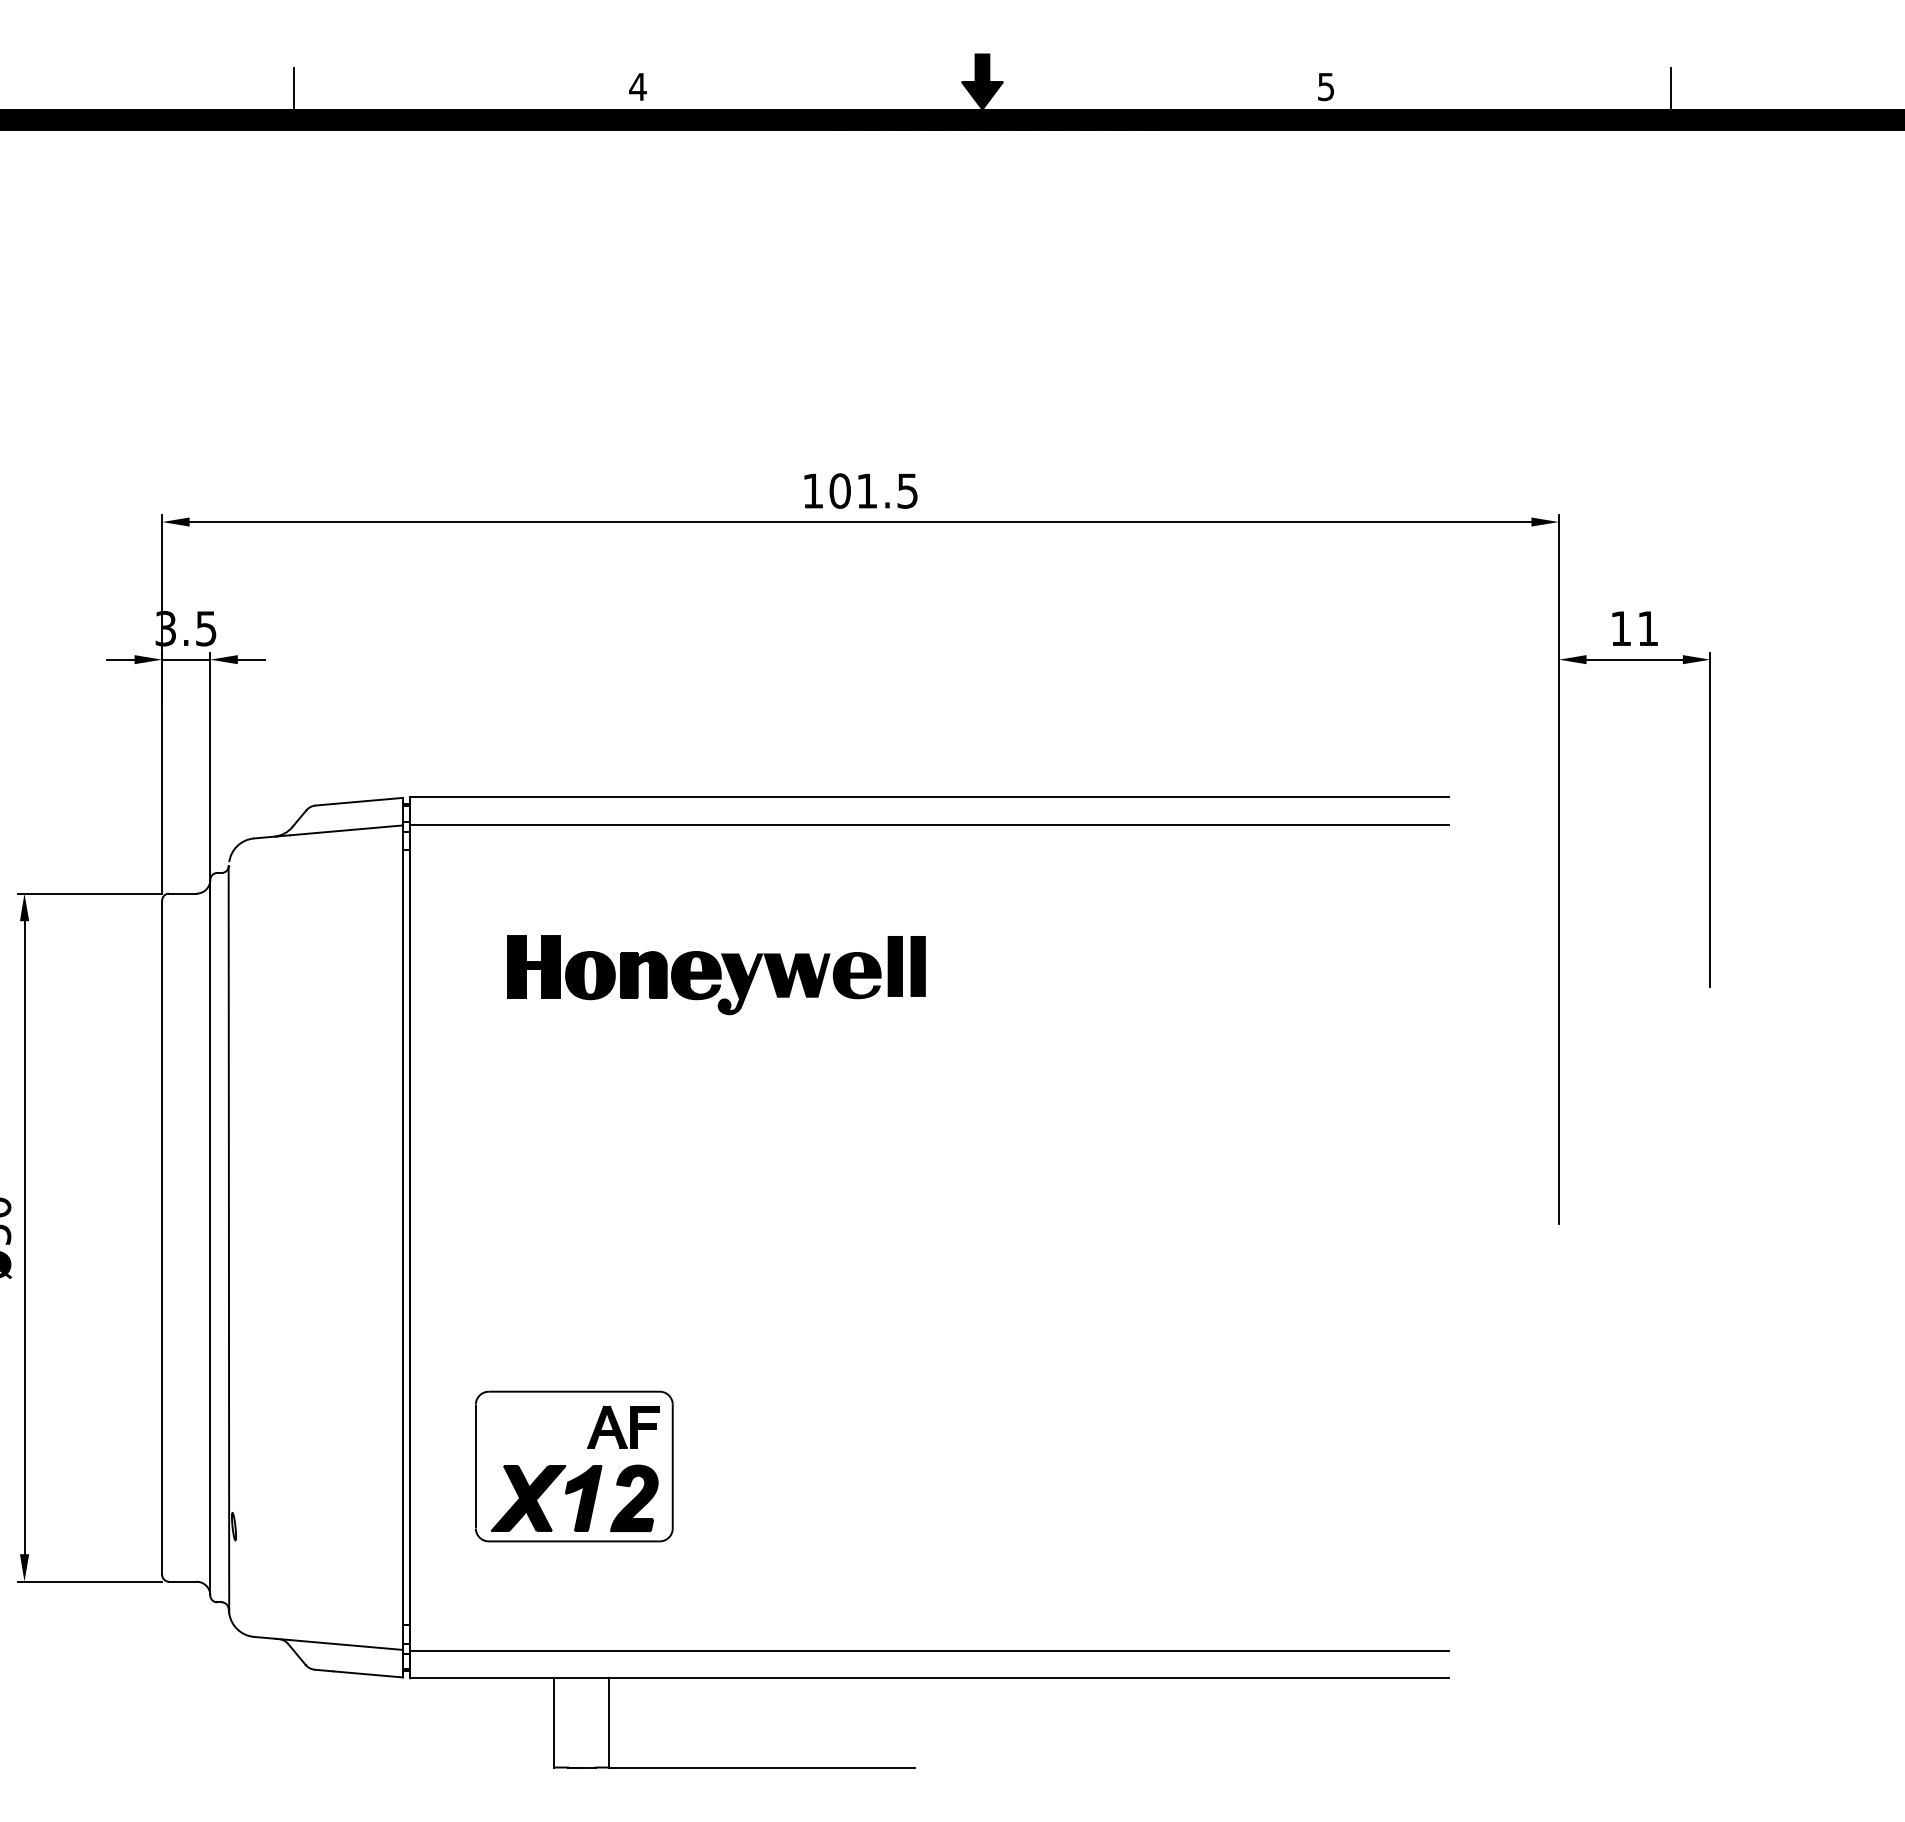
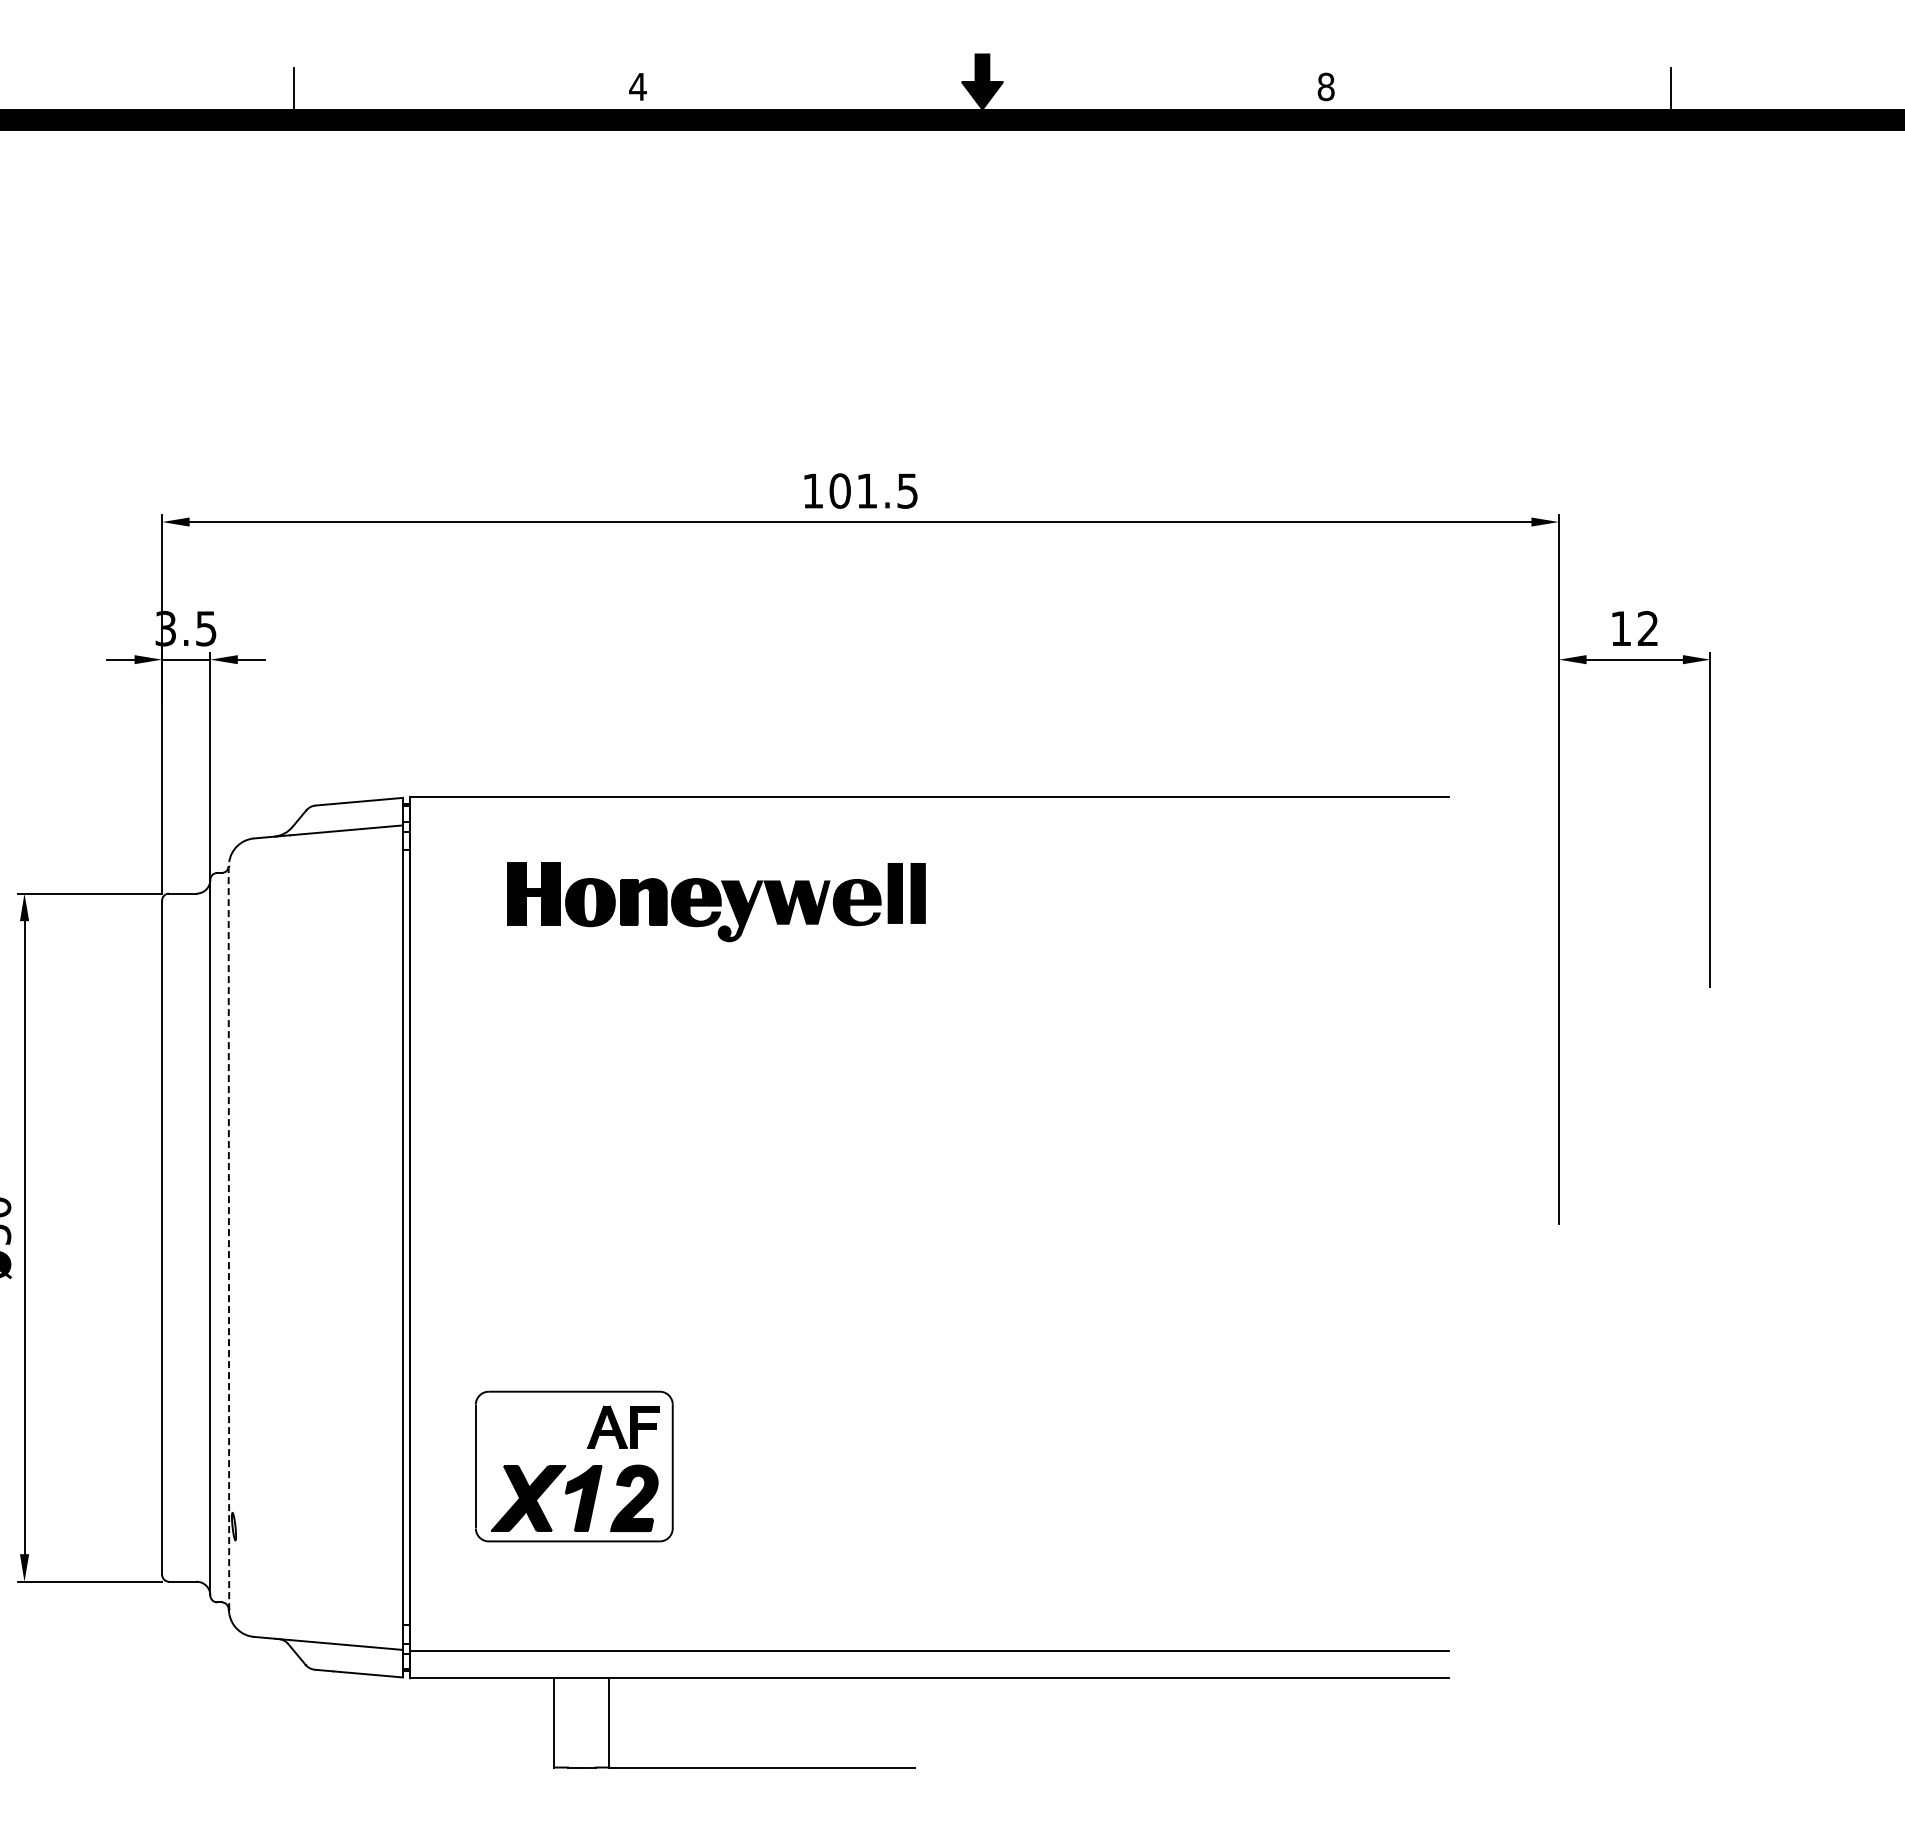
text at (1325, 86): 5 -> 8
text at (1647, 628): 11 -> 12
line at (928, 824): present -> none
part at (716, 975) position: (716, 975) -> (716, 902)
line at (228, 1239): solid -> dashed
